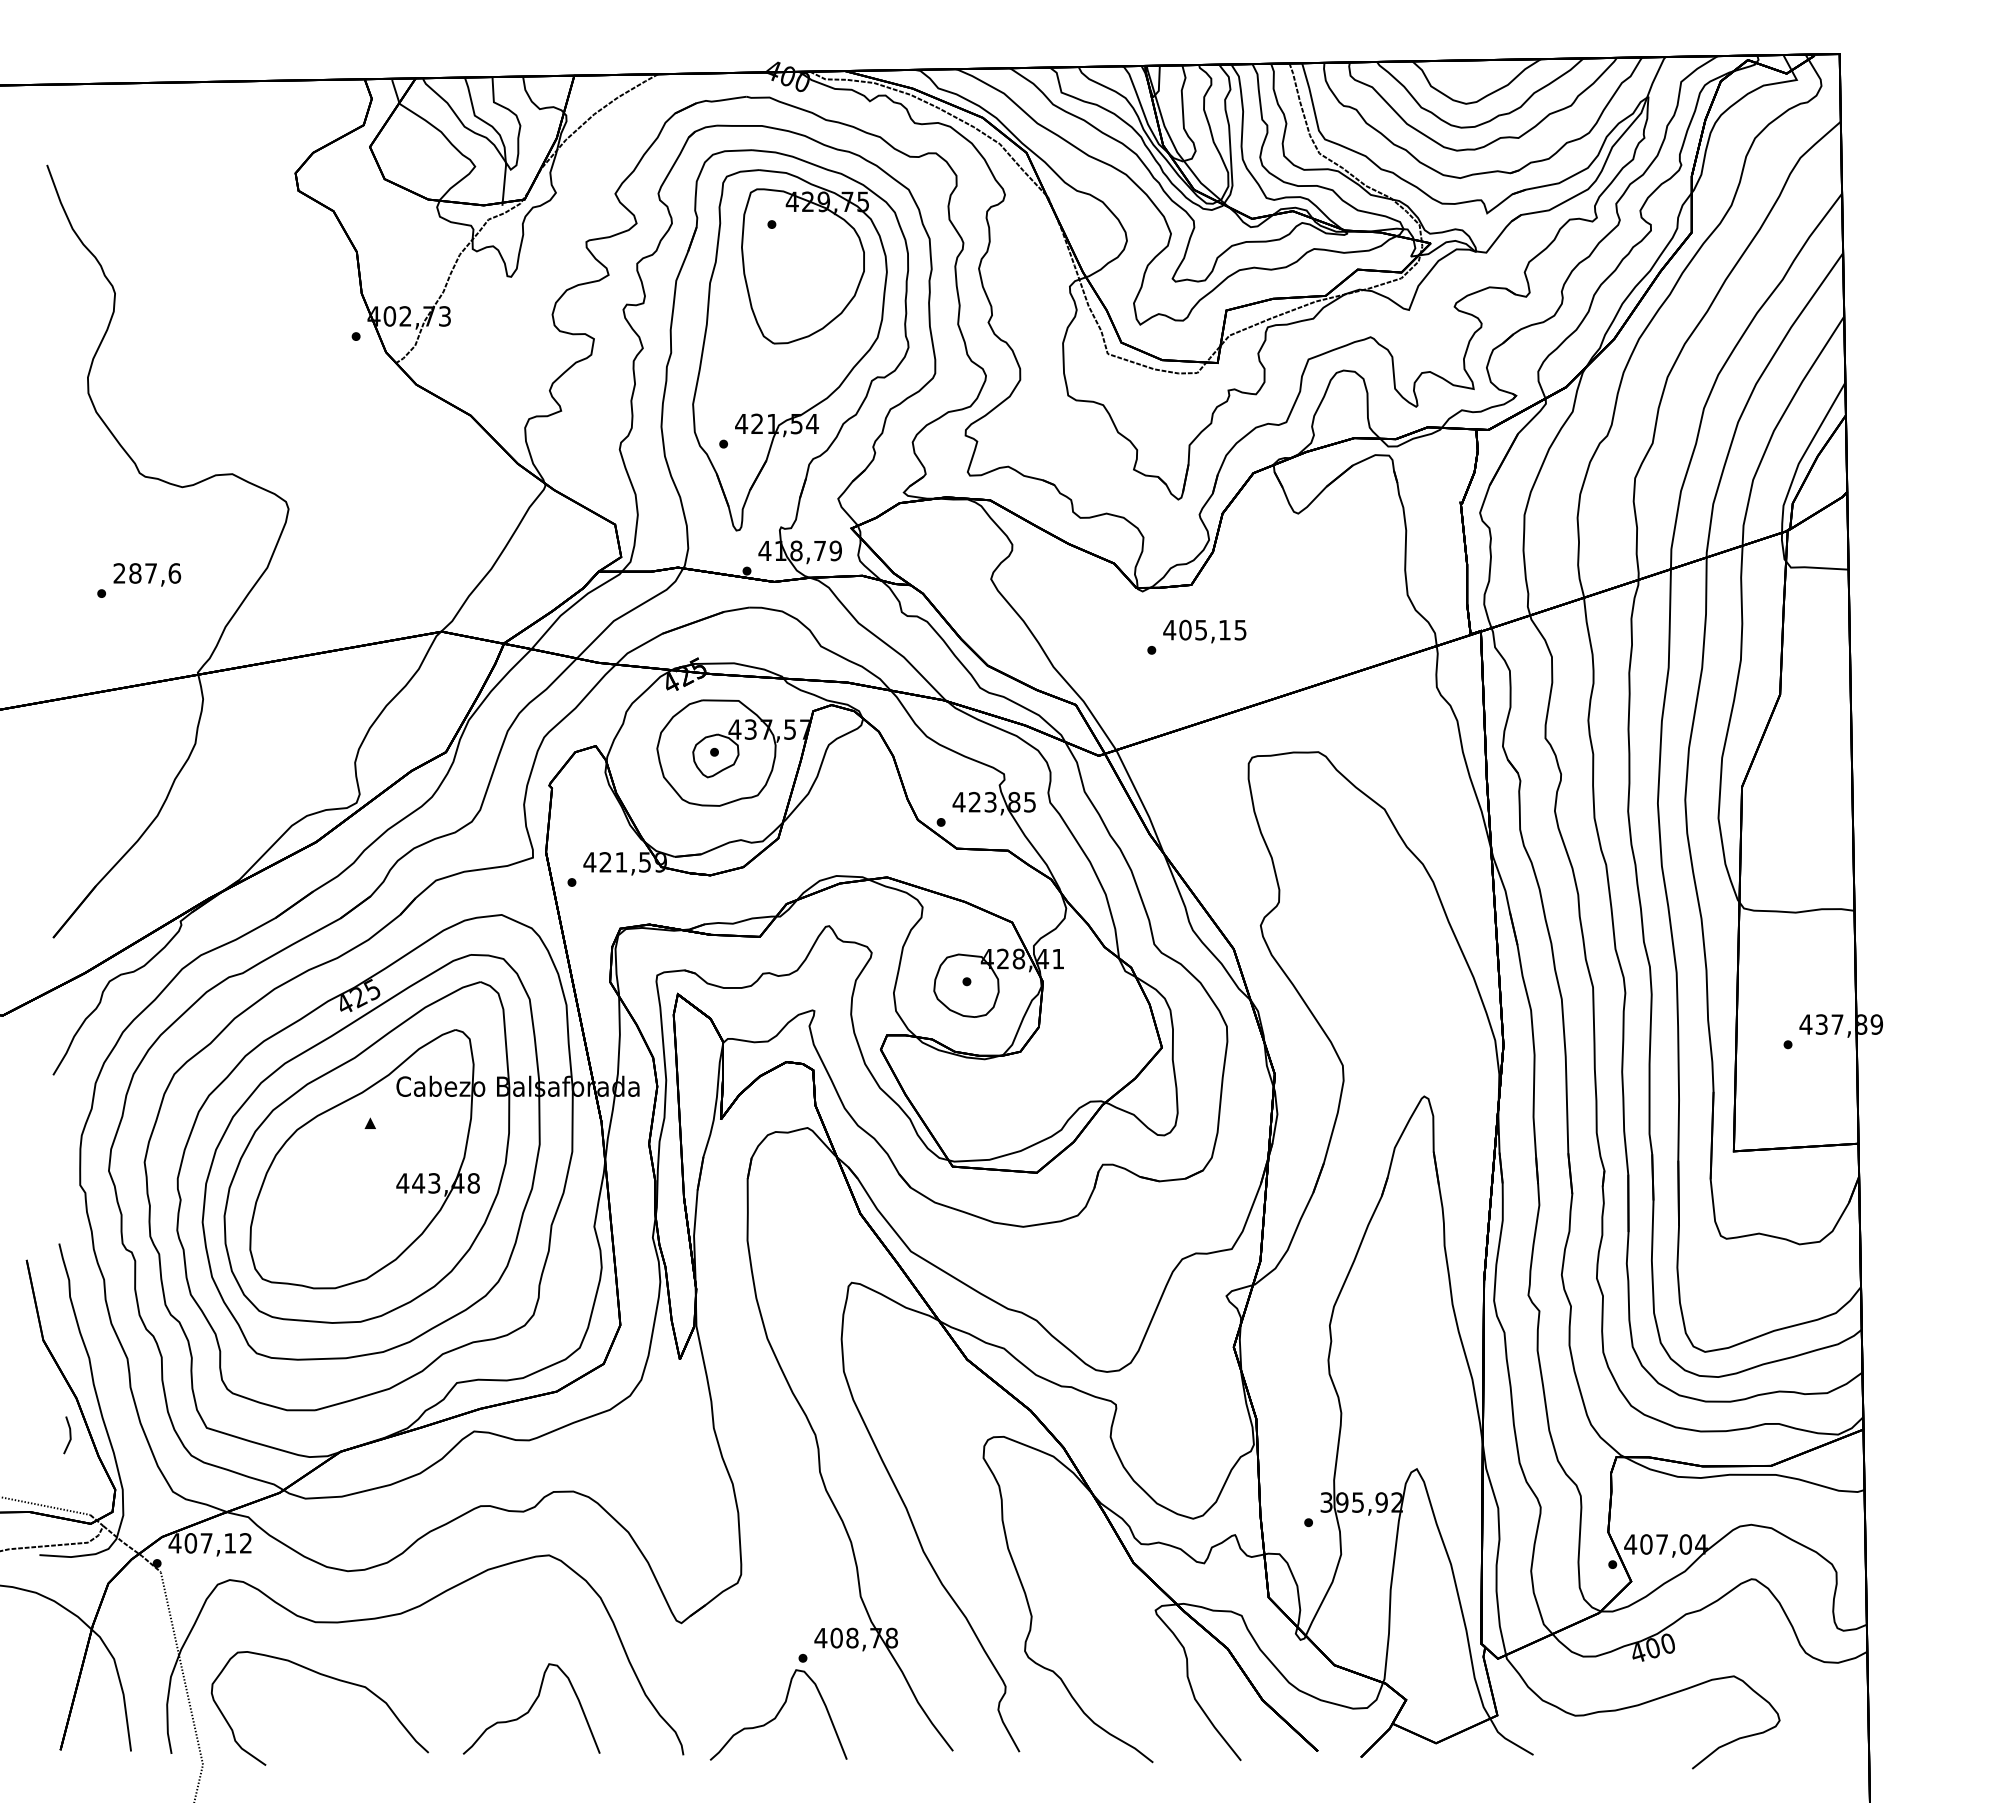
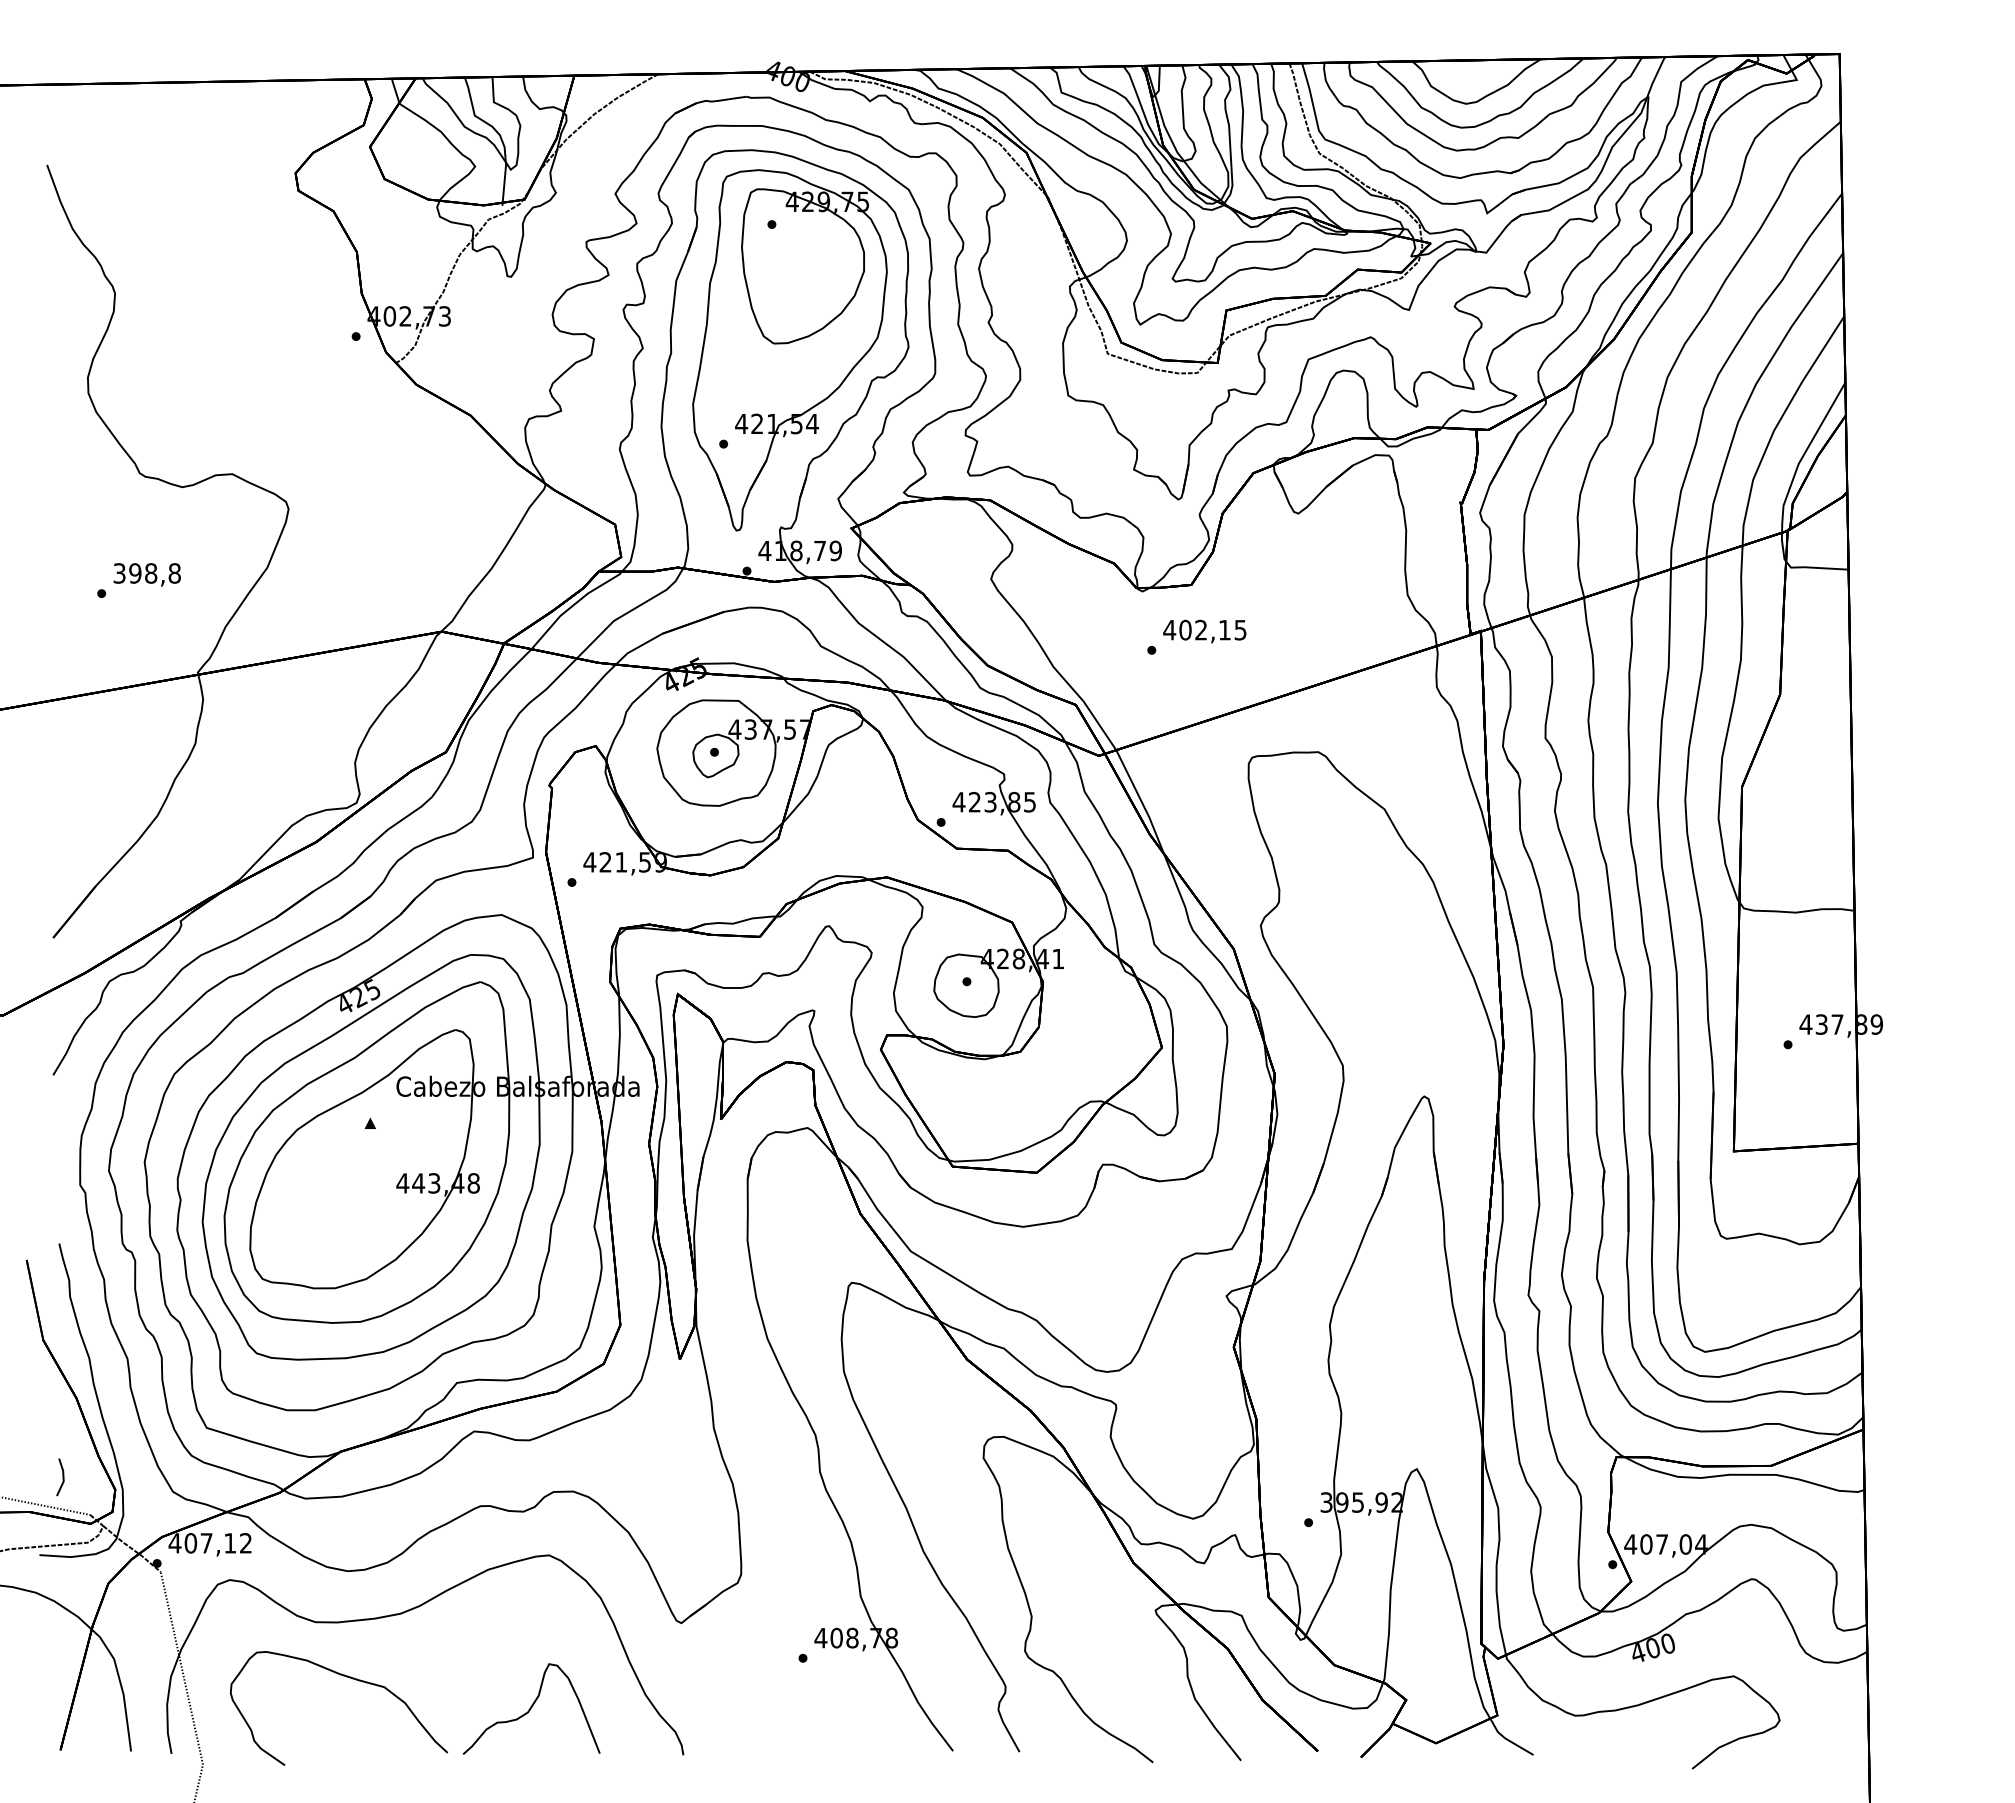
text at (147, 573): 287,6 -> 398,8
text at (1200, 629): 405,15 -> 402,15
line at (69, 1435) position: (69, 1435) -> (62, 1477)
curve at (330, 1678) position: (330, 1678) -> (349, 1678)
curve at (778, 1714): present -> none
